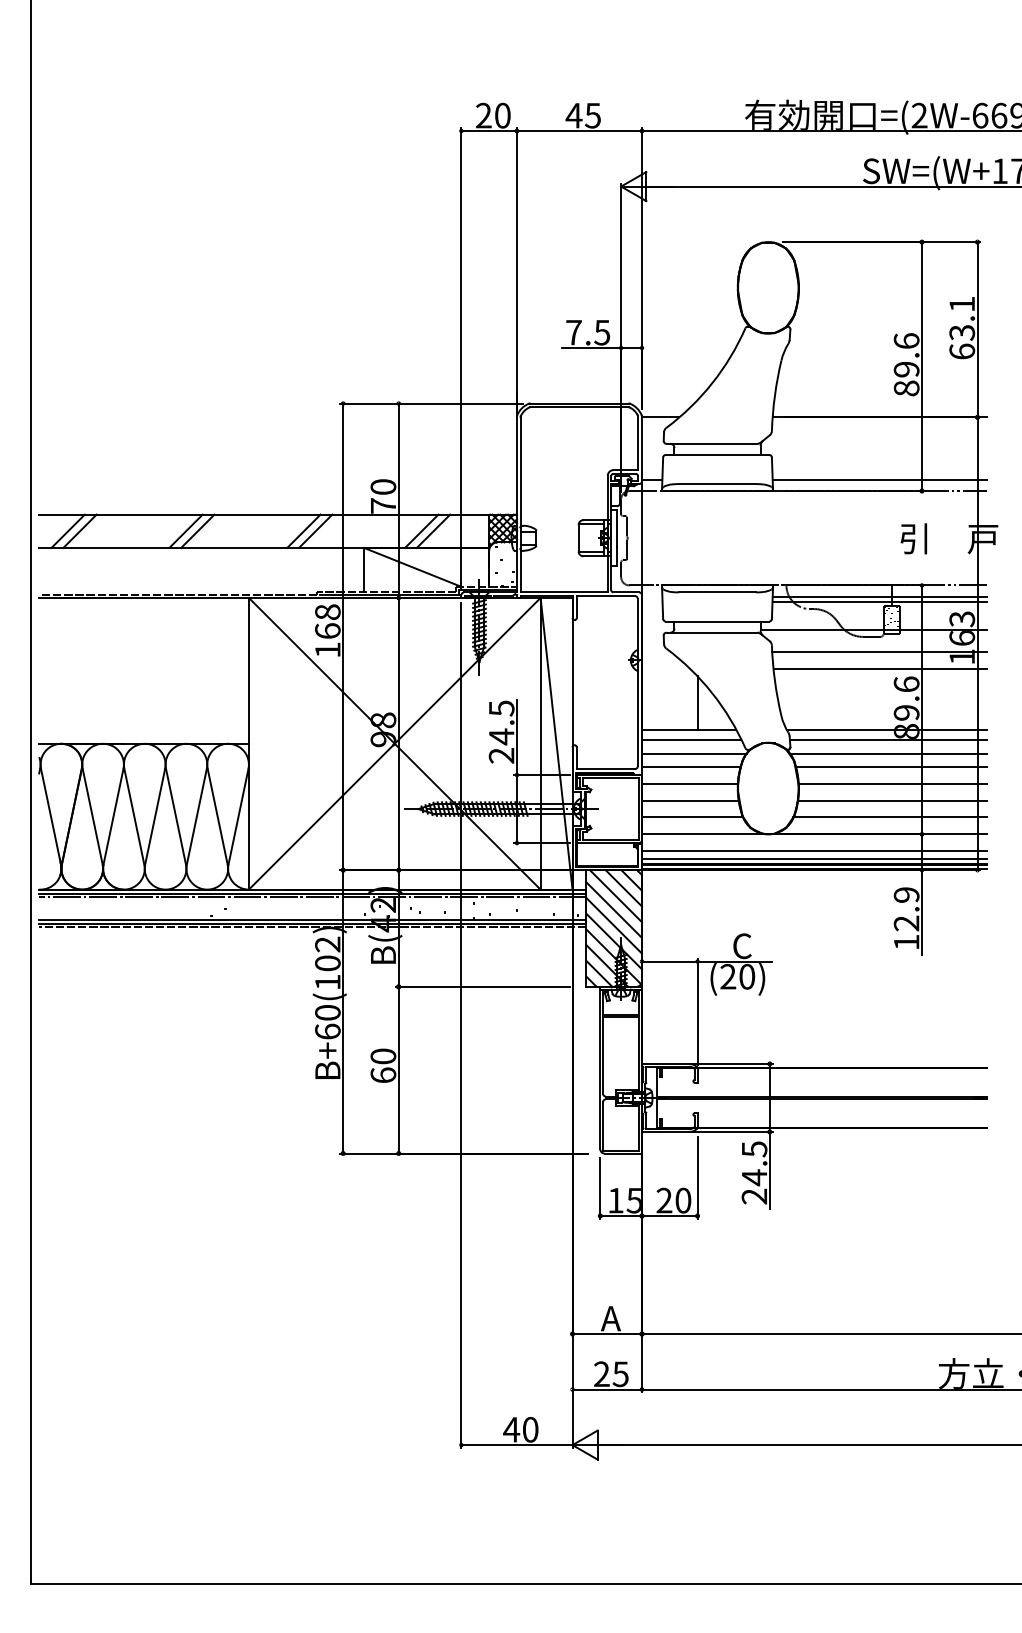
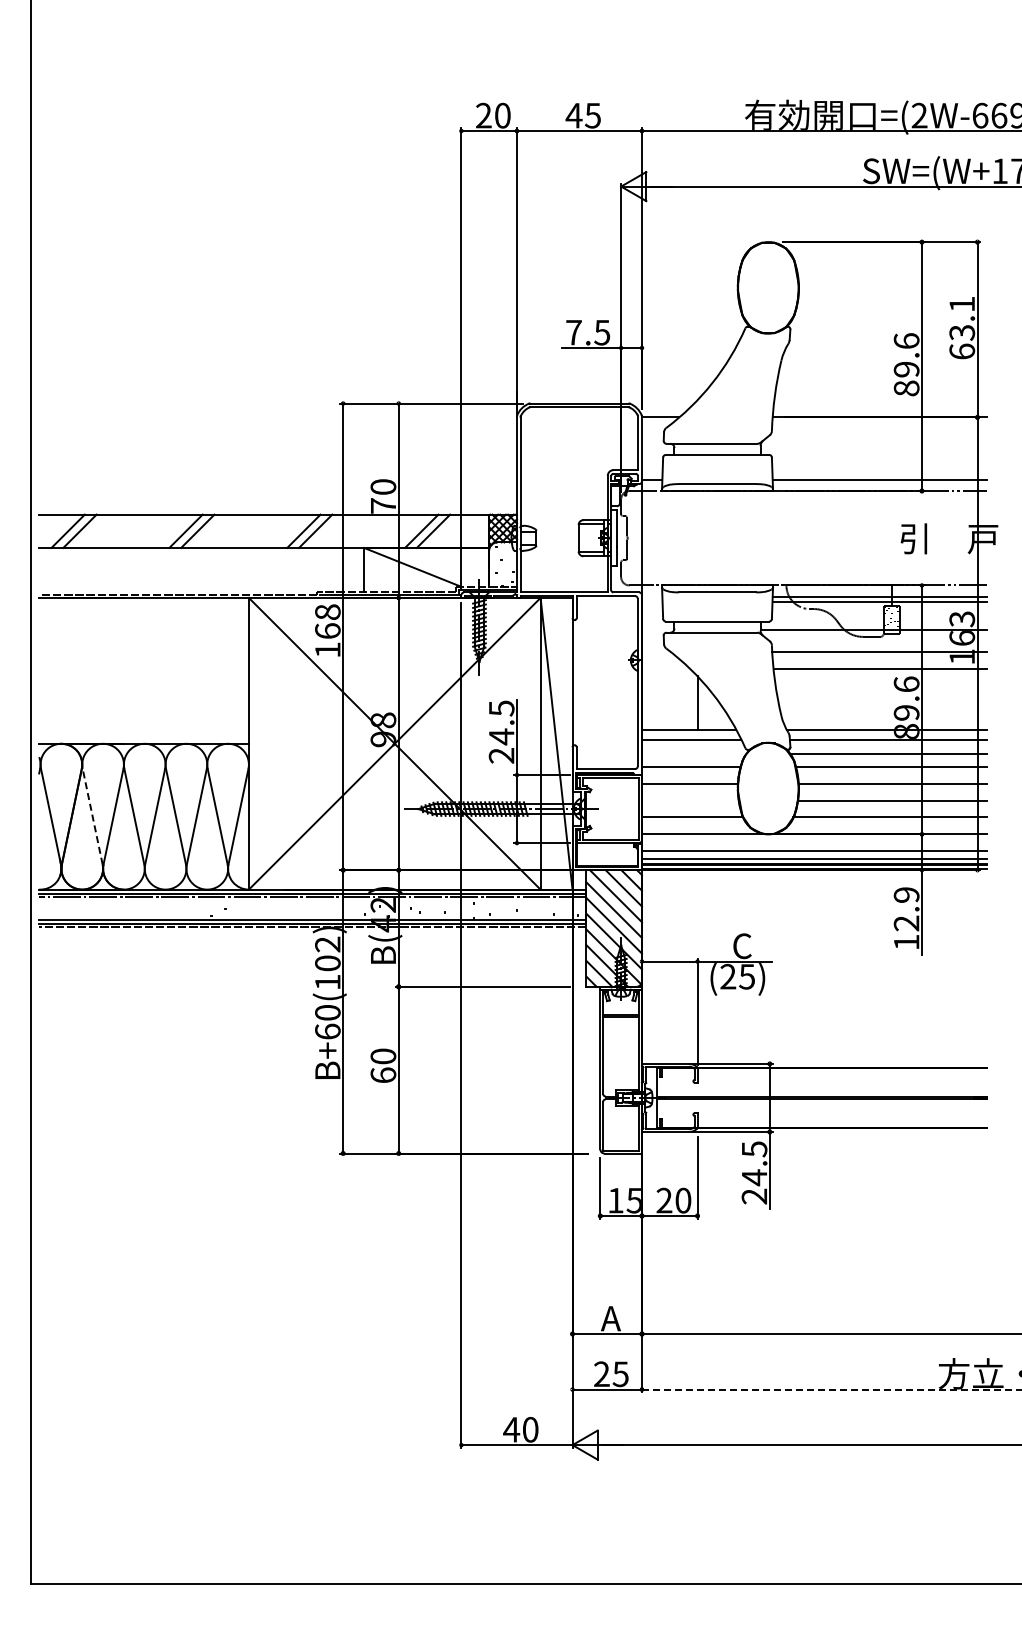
line at (693, 753): present -> none
line at (690, 800): present -> none
line at (92, 816): solid -> dashed
text at (747, 976): (20) -> (25)
line at (831, 1389): solid -> dashed
